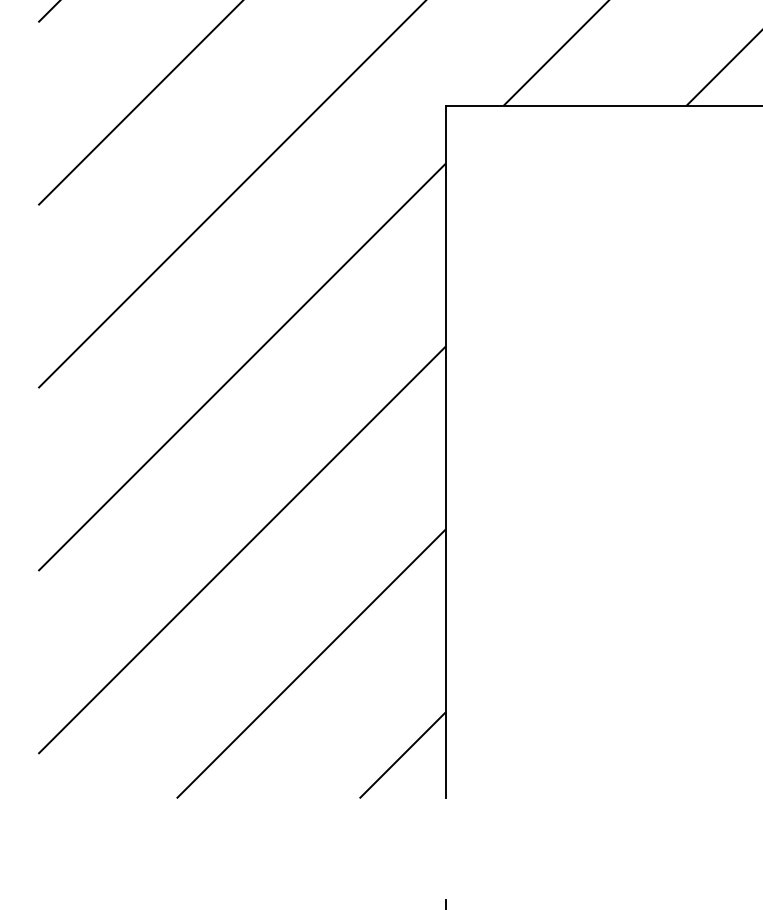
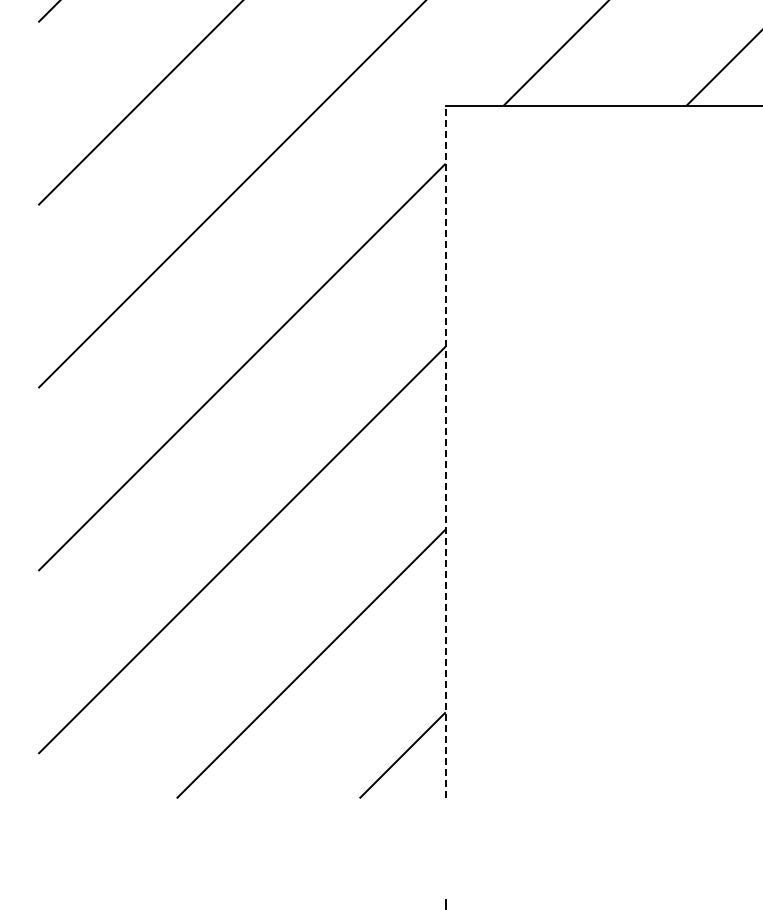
line at (445, 451): solid -> dashed
